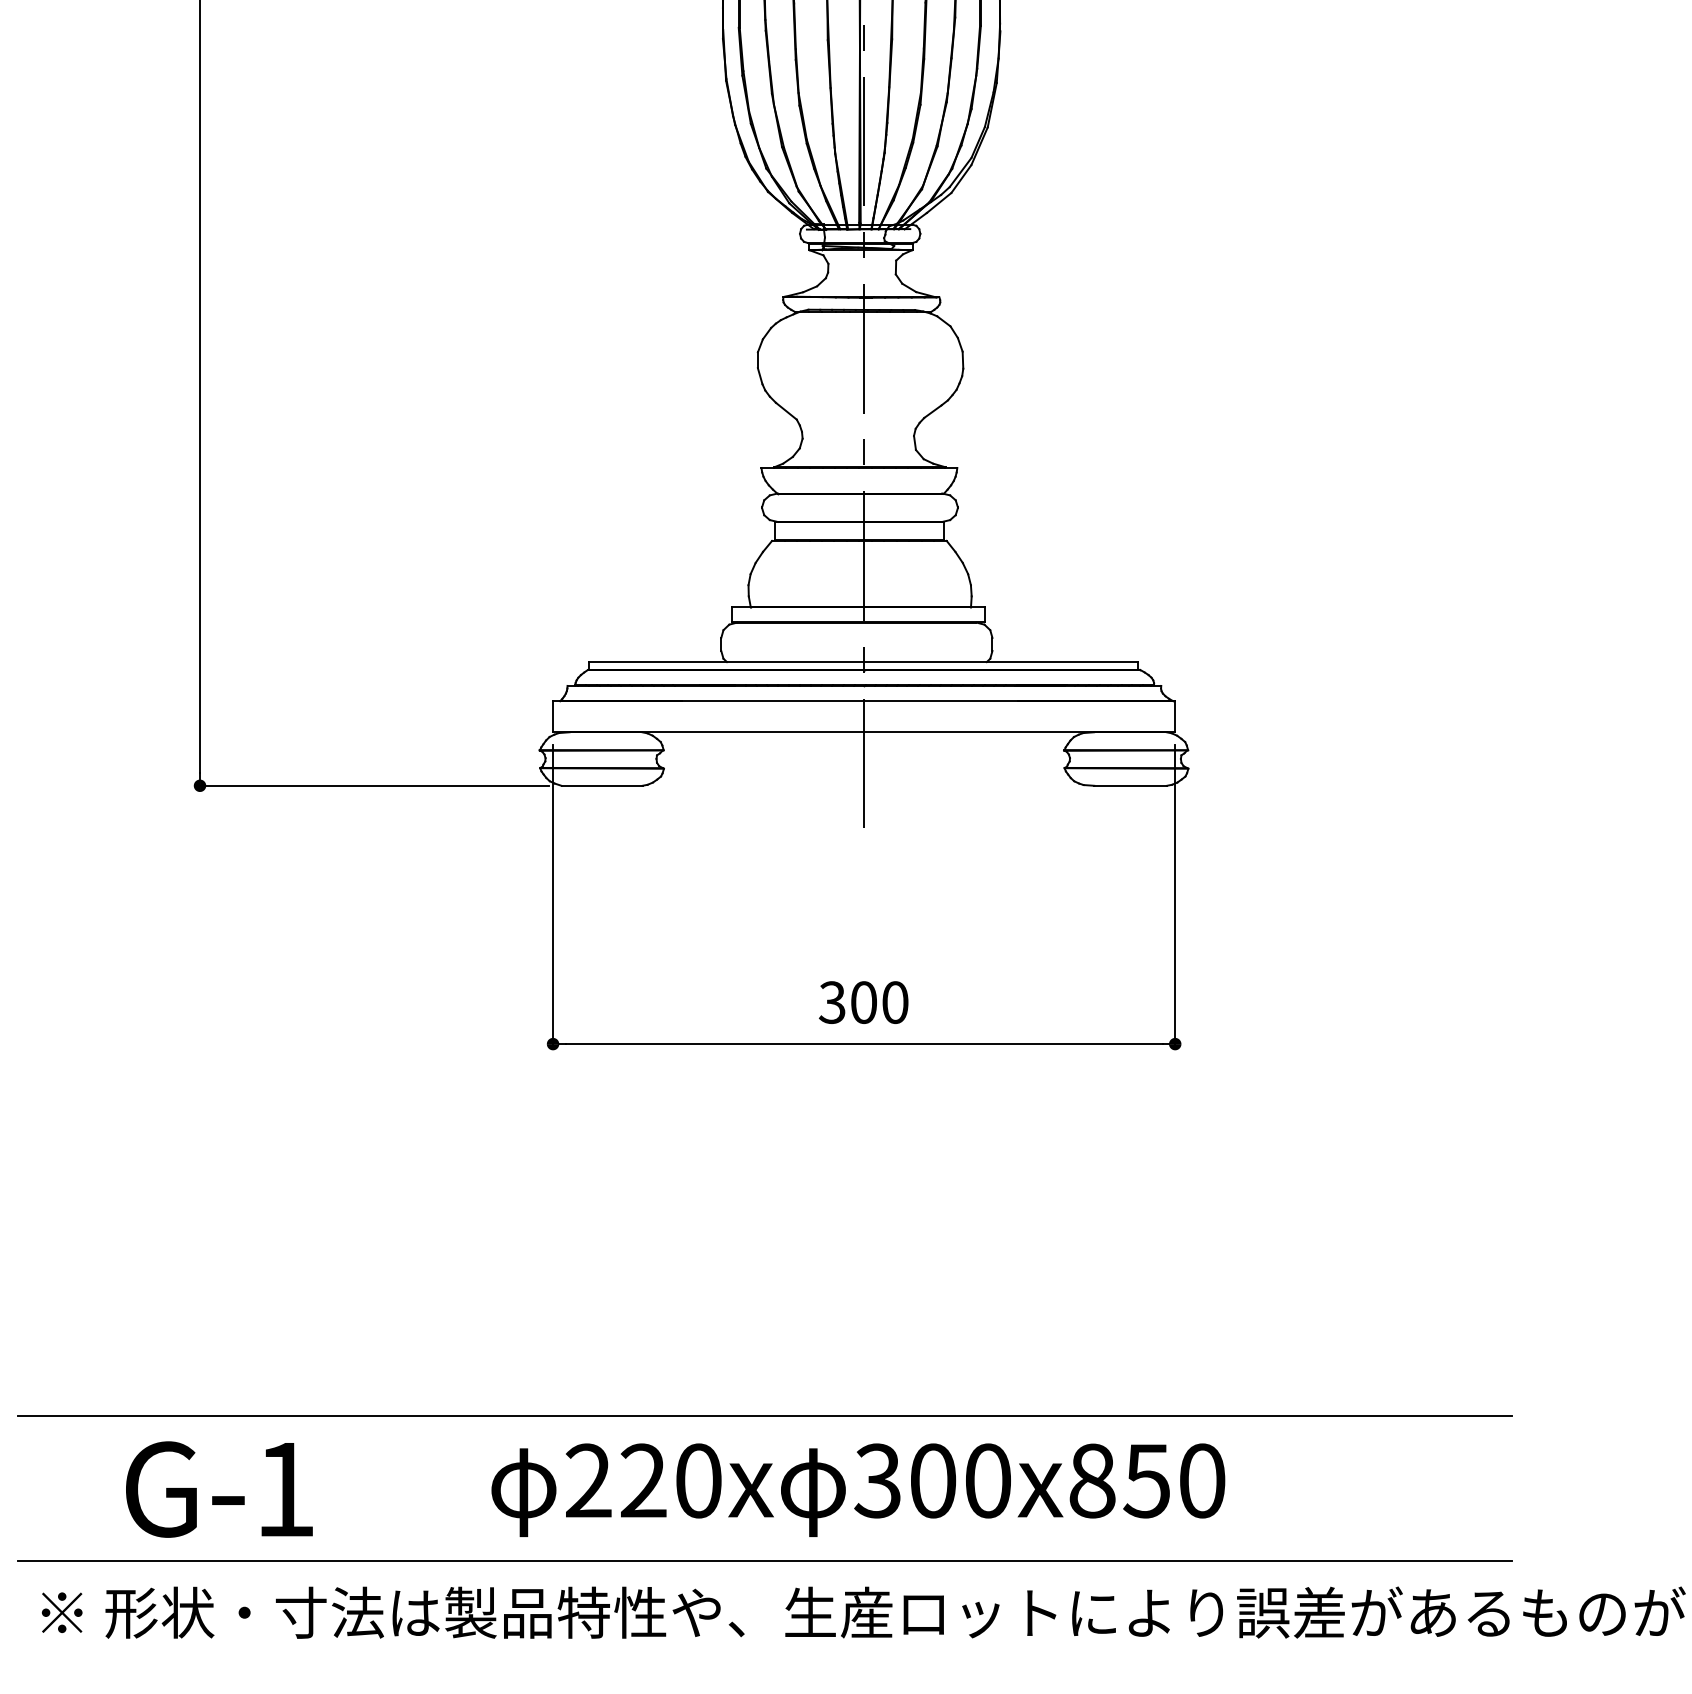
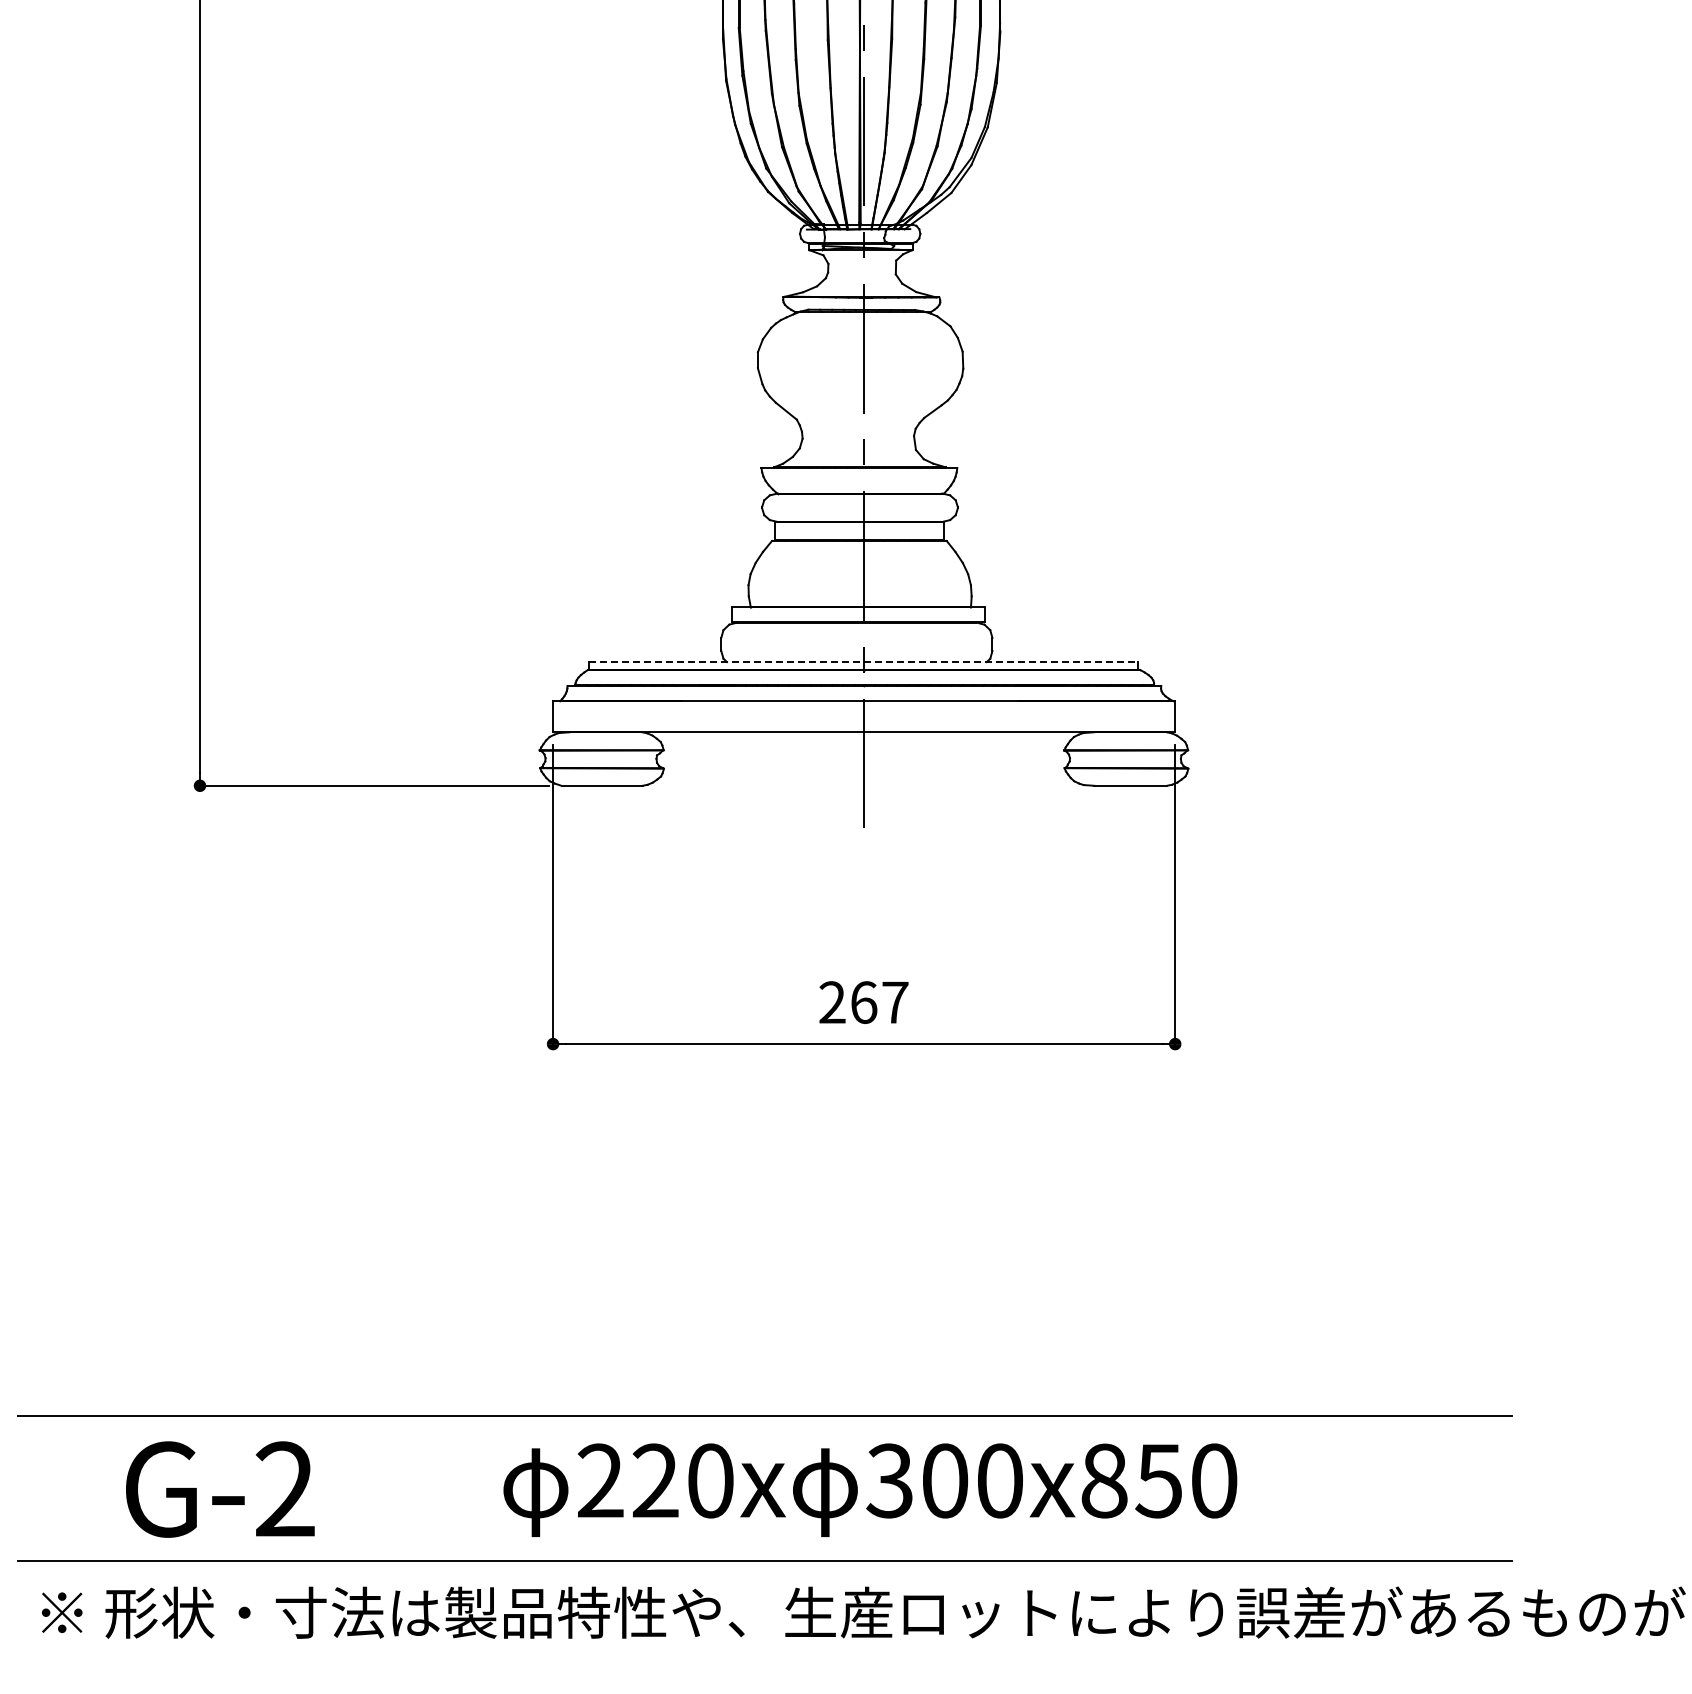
line at (863, 662): solid -> dashed
text at (863, 1002): 300 -> 267
text at (284, 1488): G-1 -> G-2
text at (858, 1489) position: (858, 1489) -> (870, 1489)
